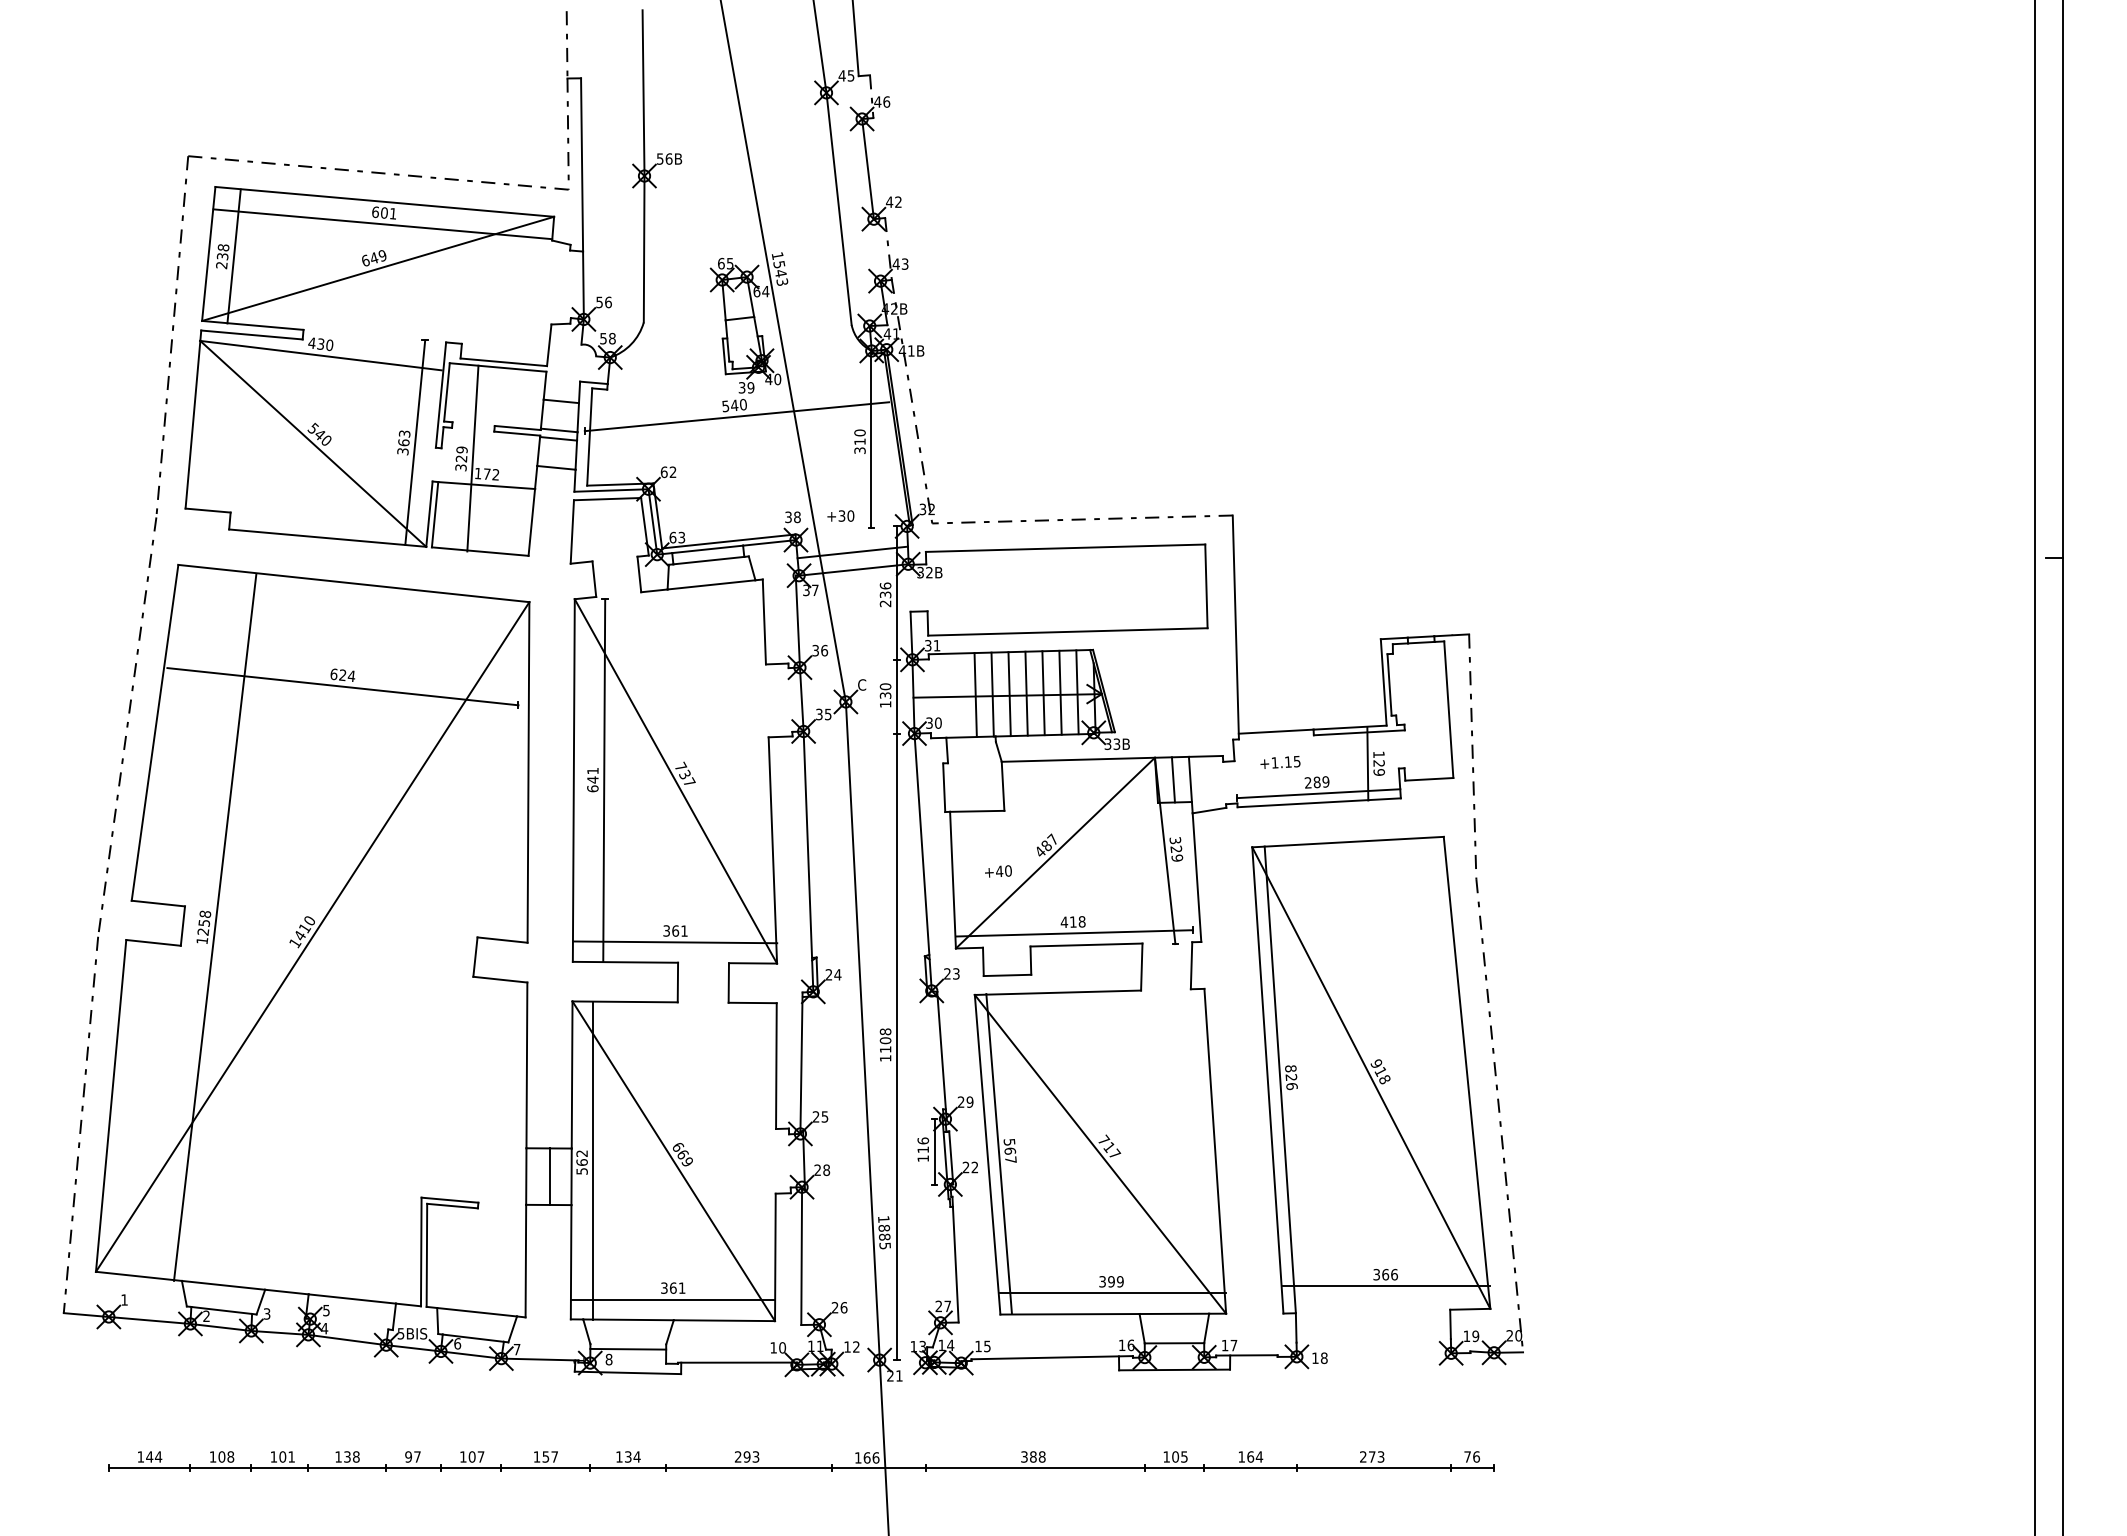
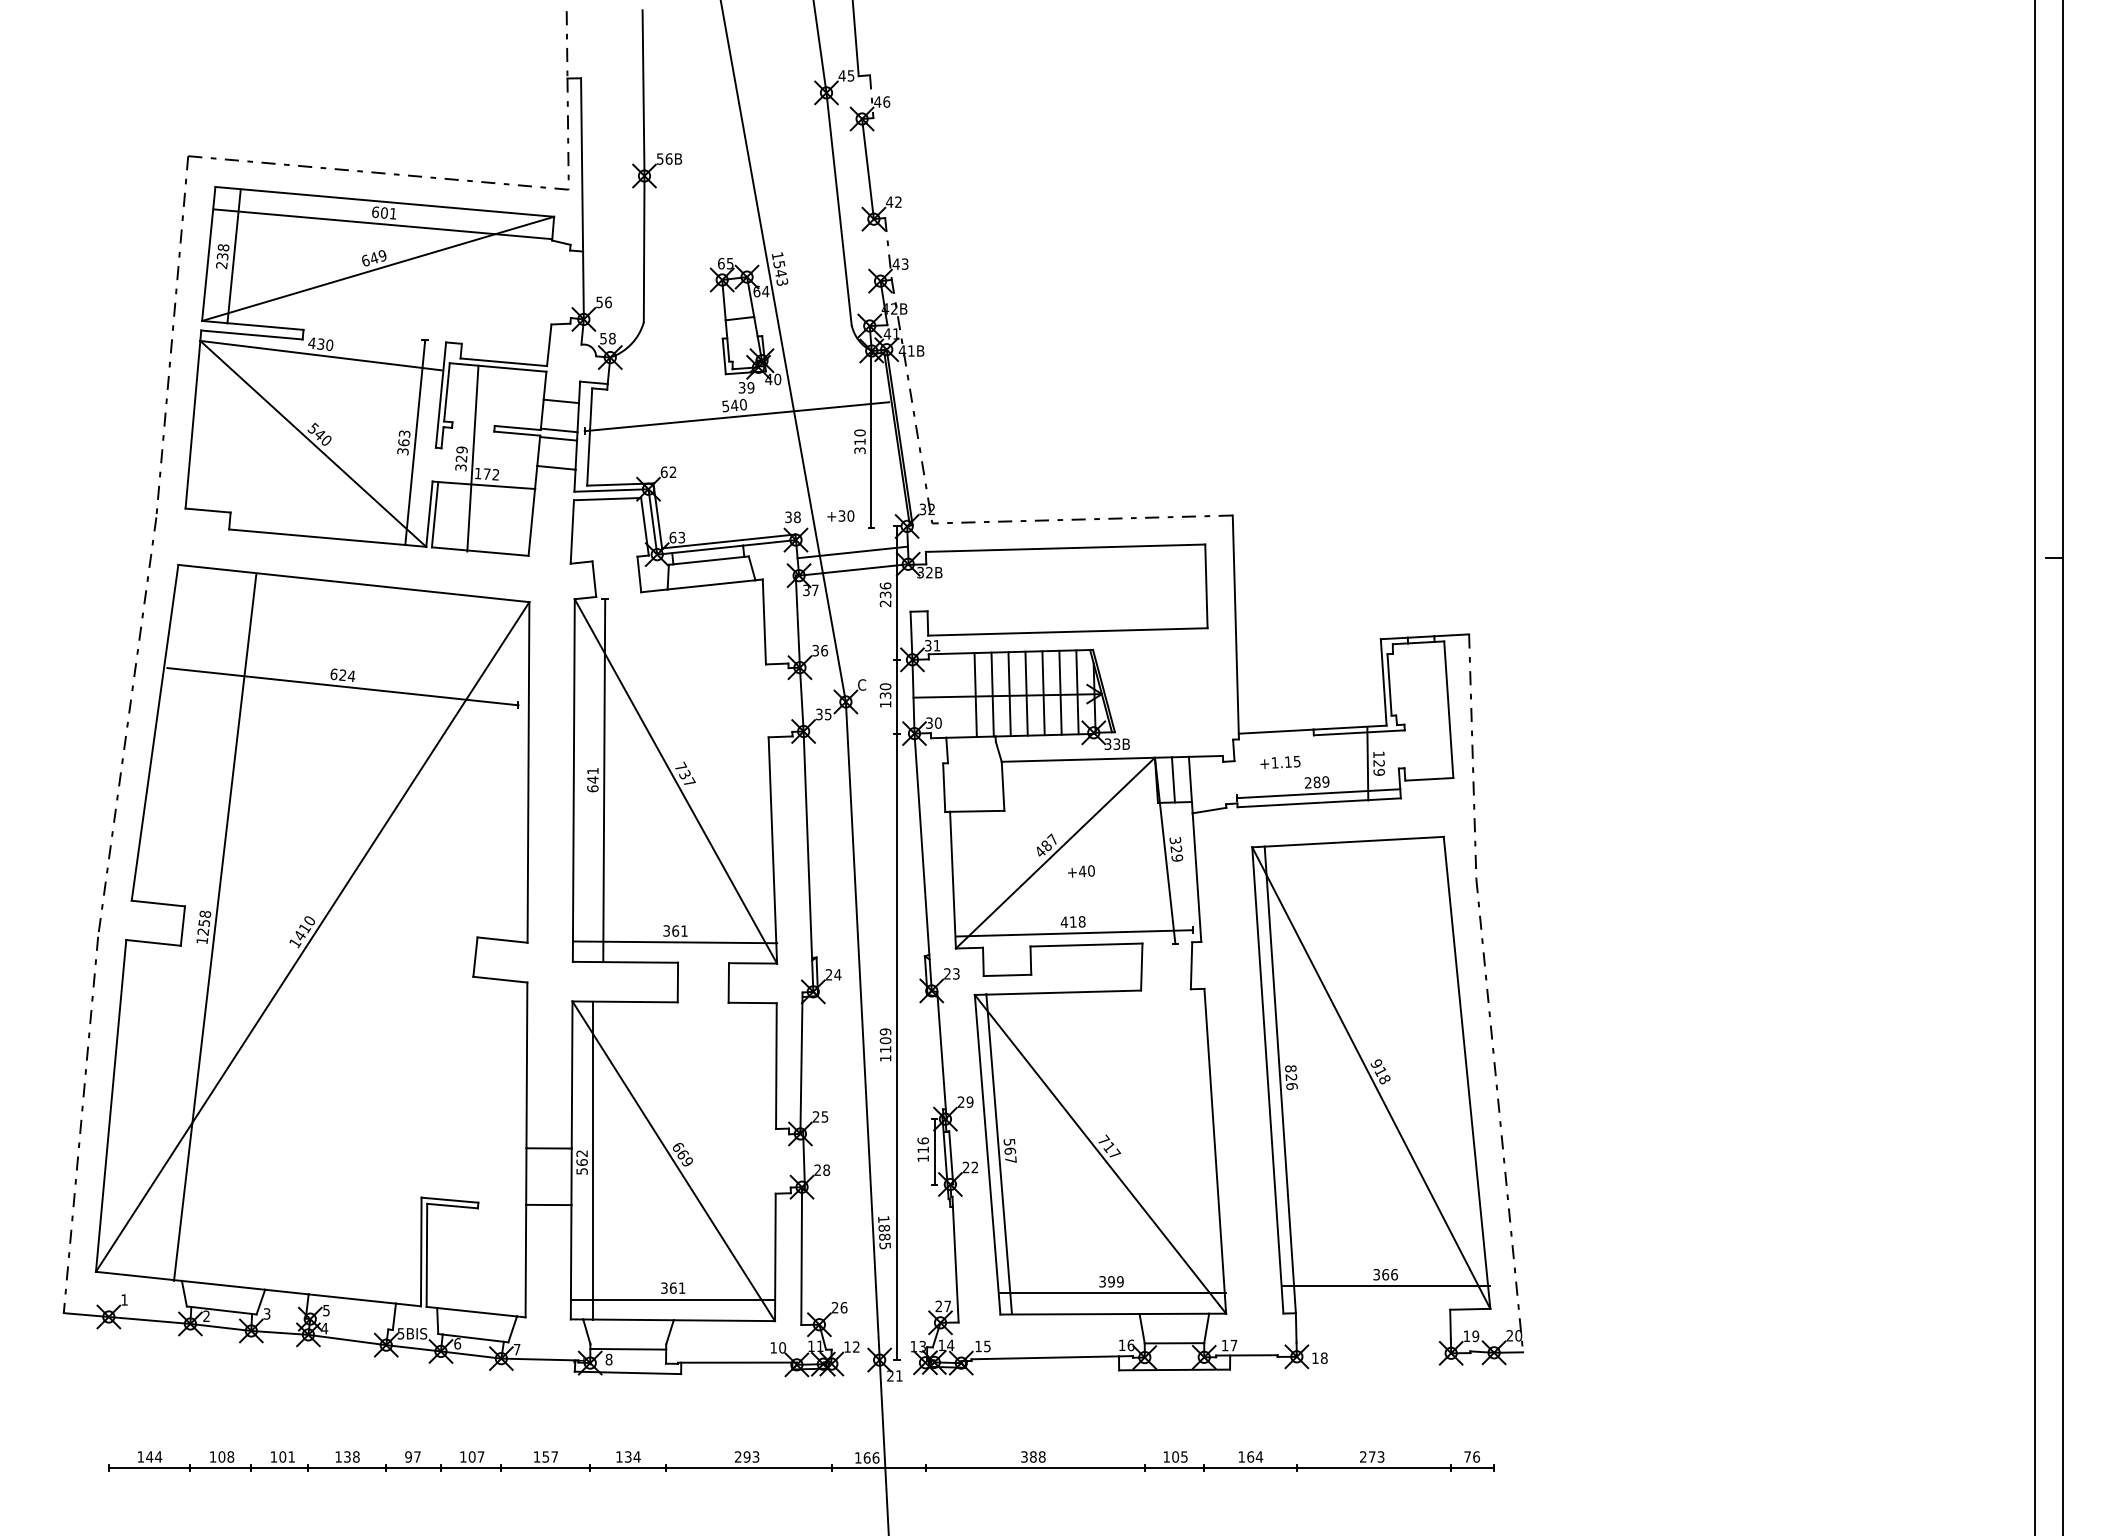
text at (998, 871) position: (998, 871) -> (1081, 871)
text at (885, 1031): 1108 -> 1109
line at (549, 1176): present -> none
